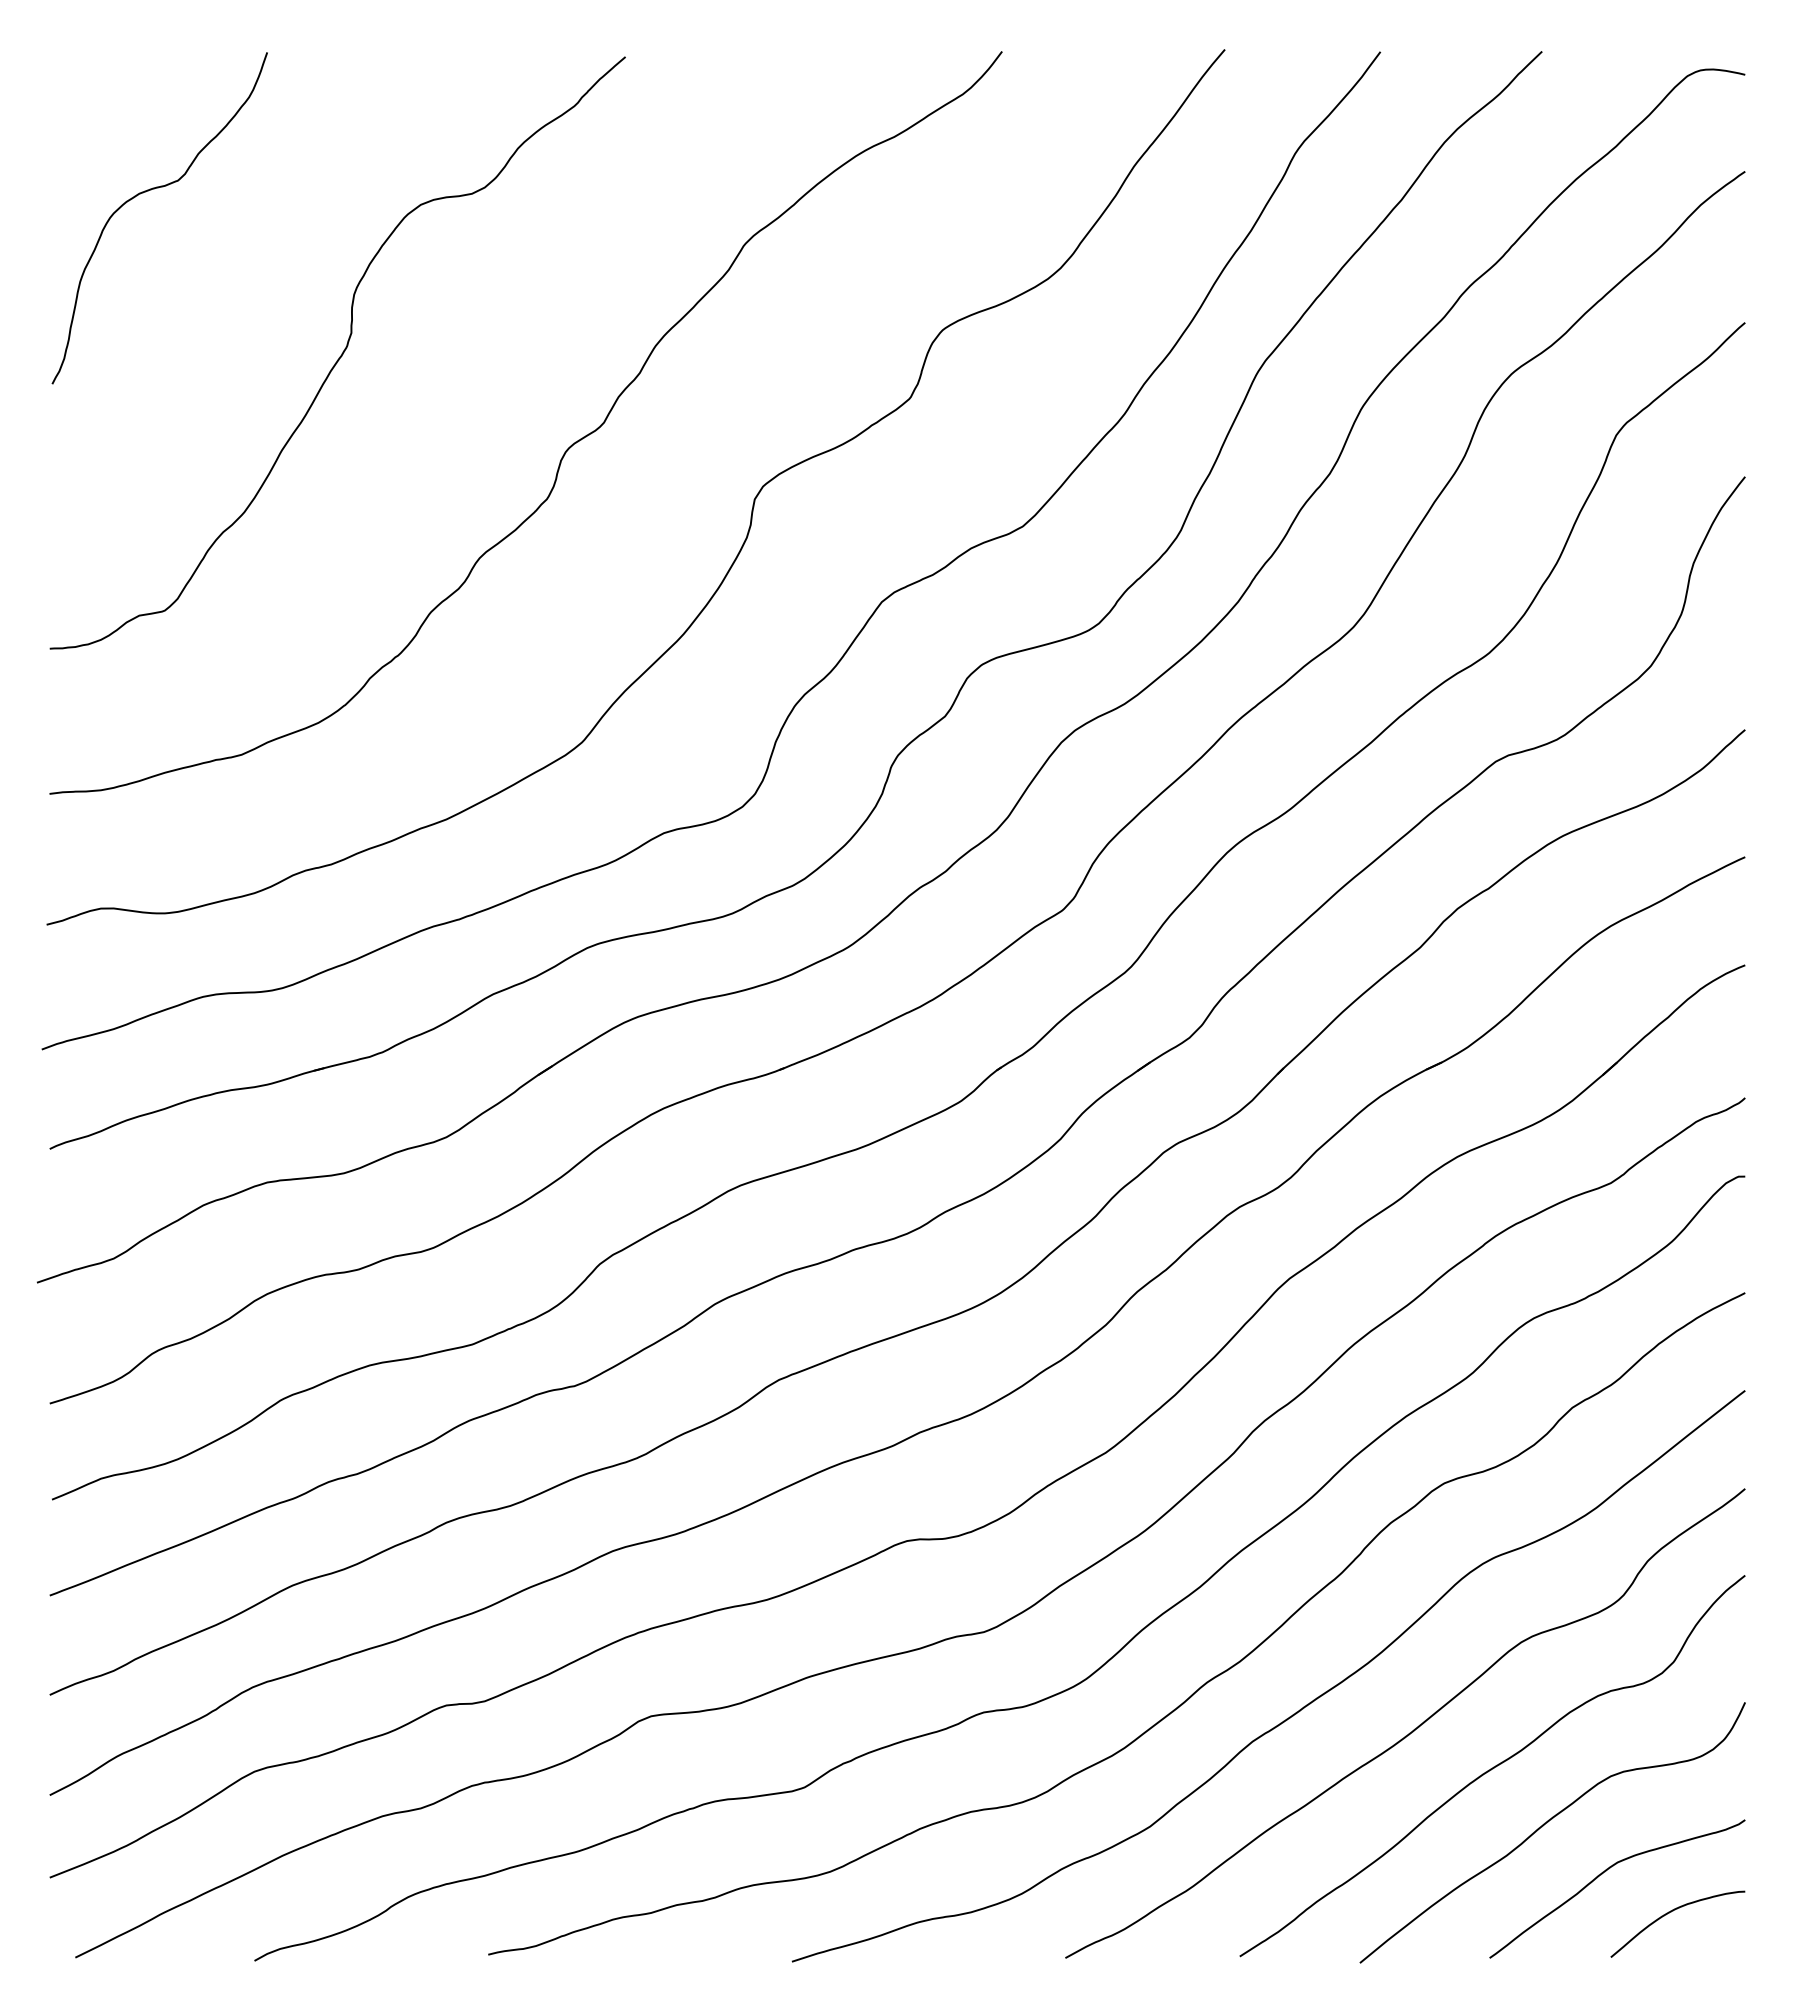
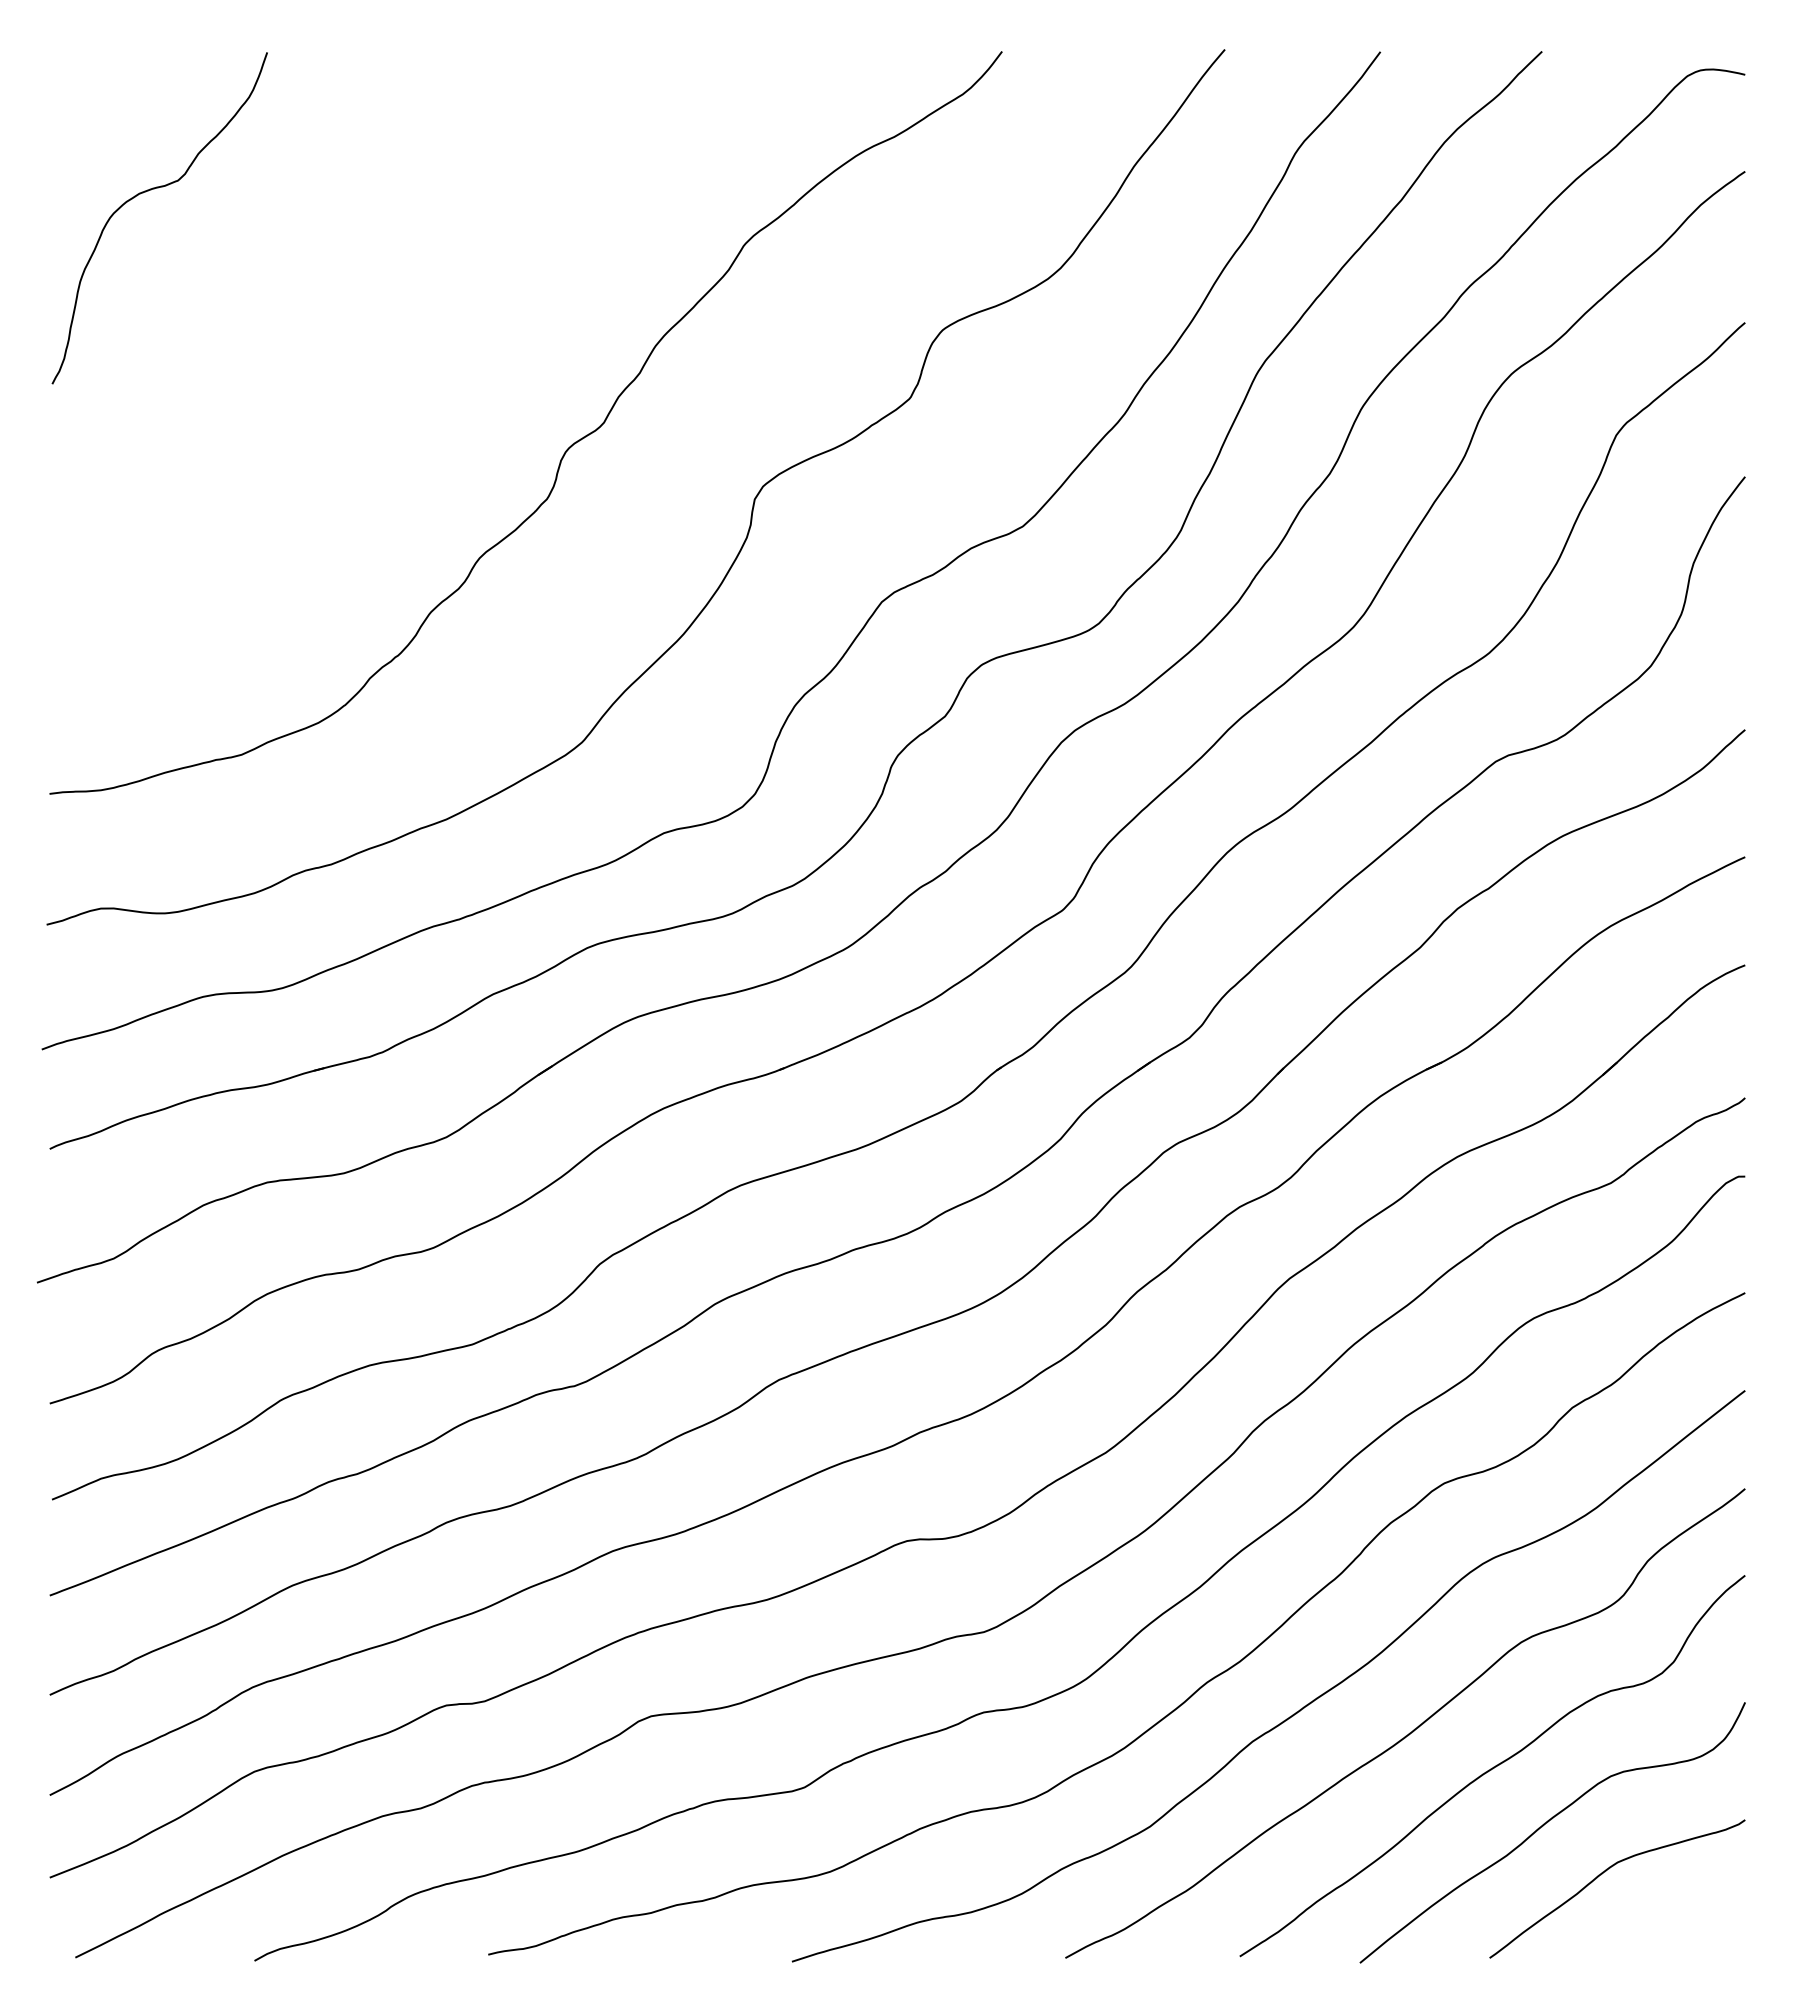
curve at (341, 353): present -> none
curve at (1671, 1912): present -> none
